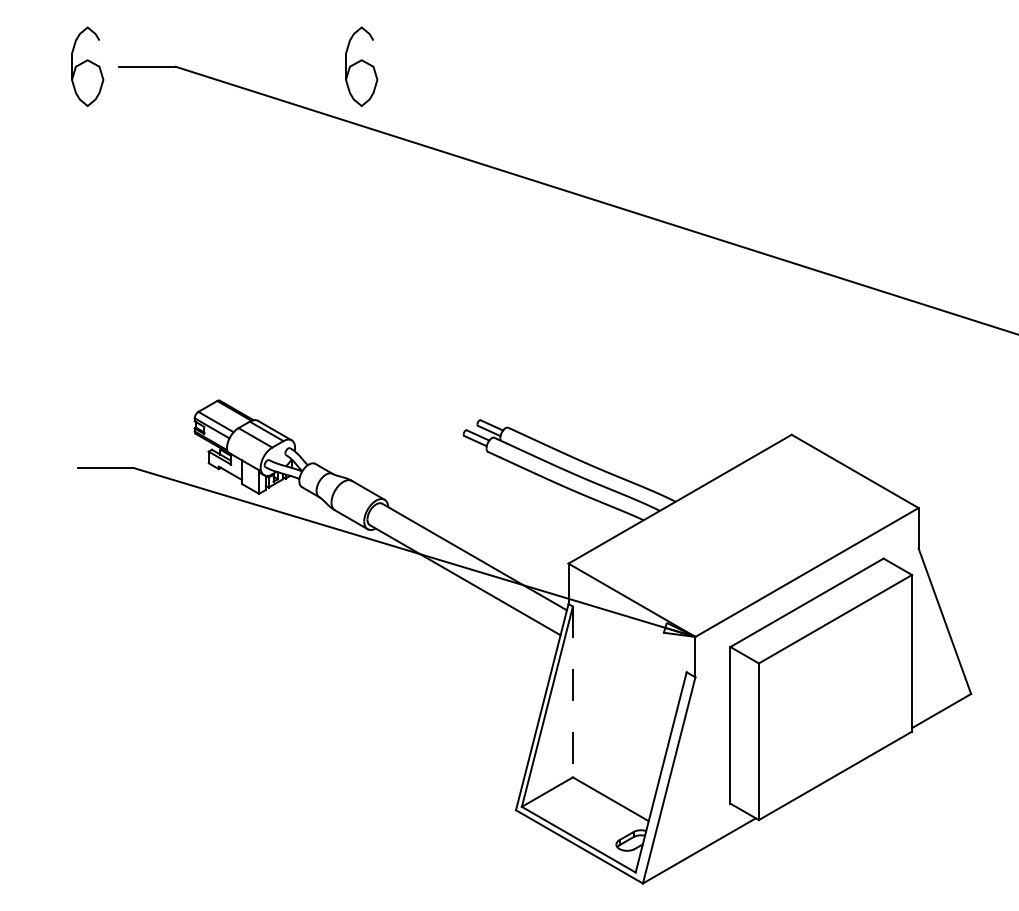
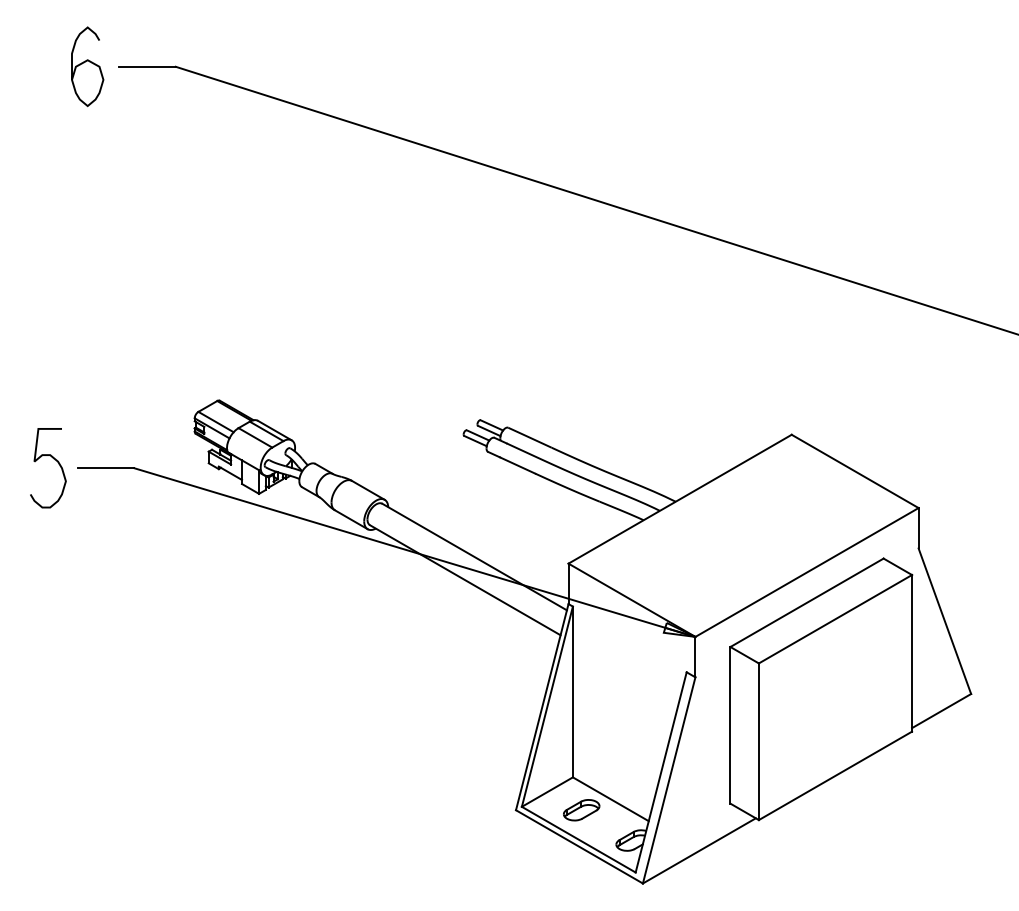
curve at (358, 63): present -> none
curve at (53, 459): none -> present
line at (572, 692): dashed -> solid
part at (581, 810): none -> present
